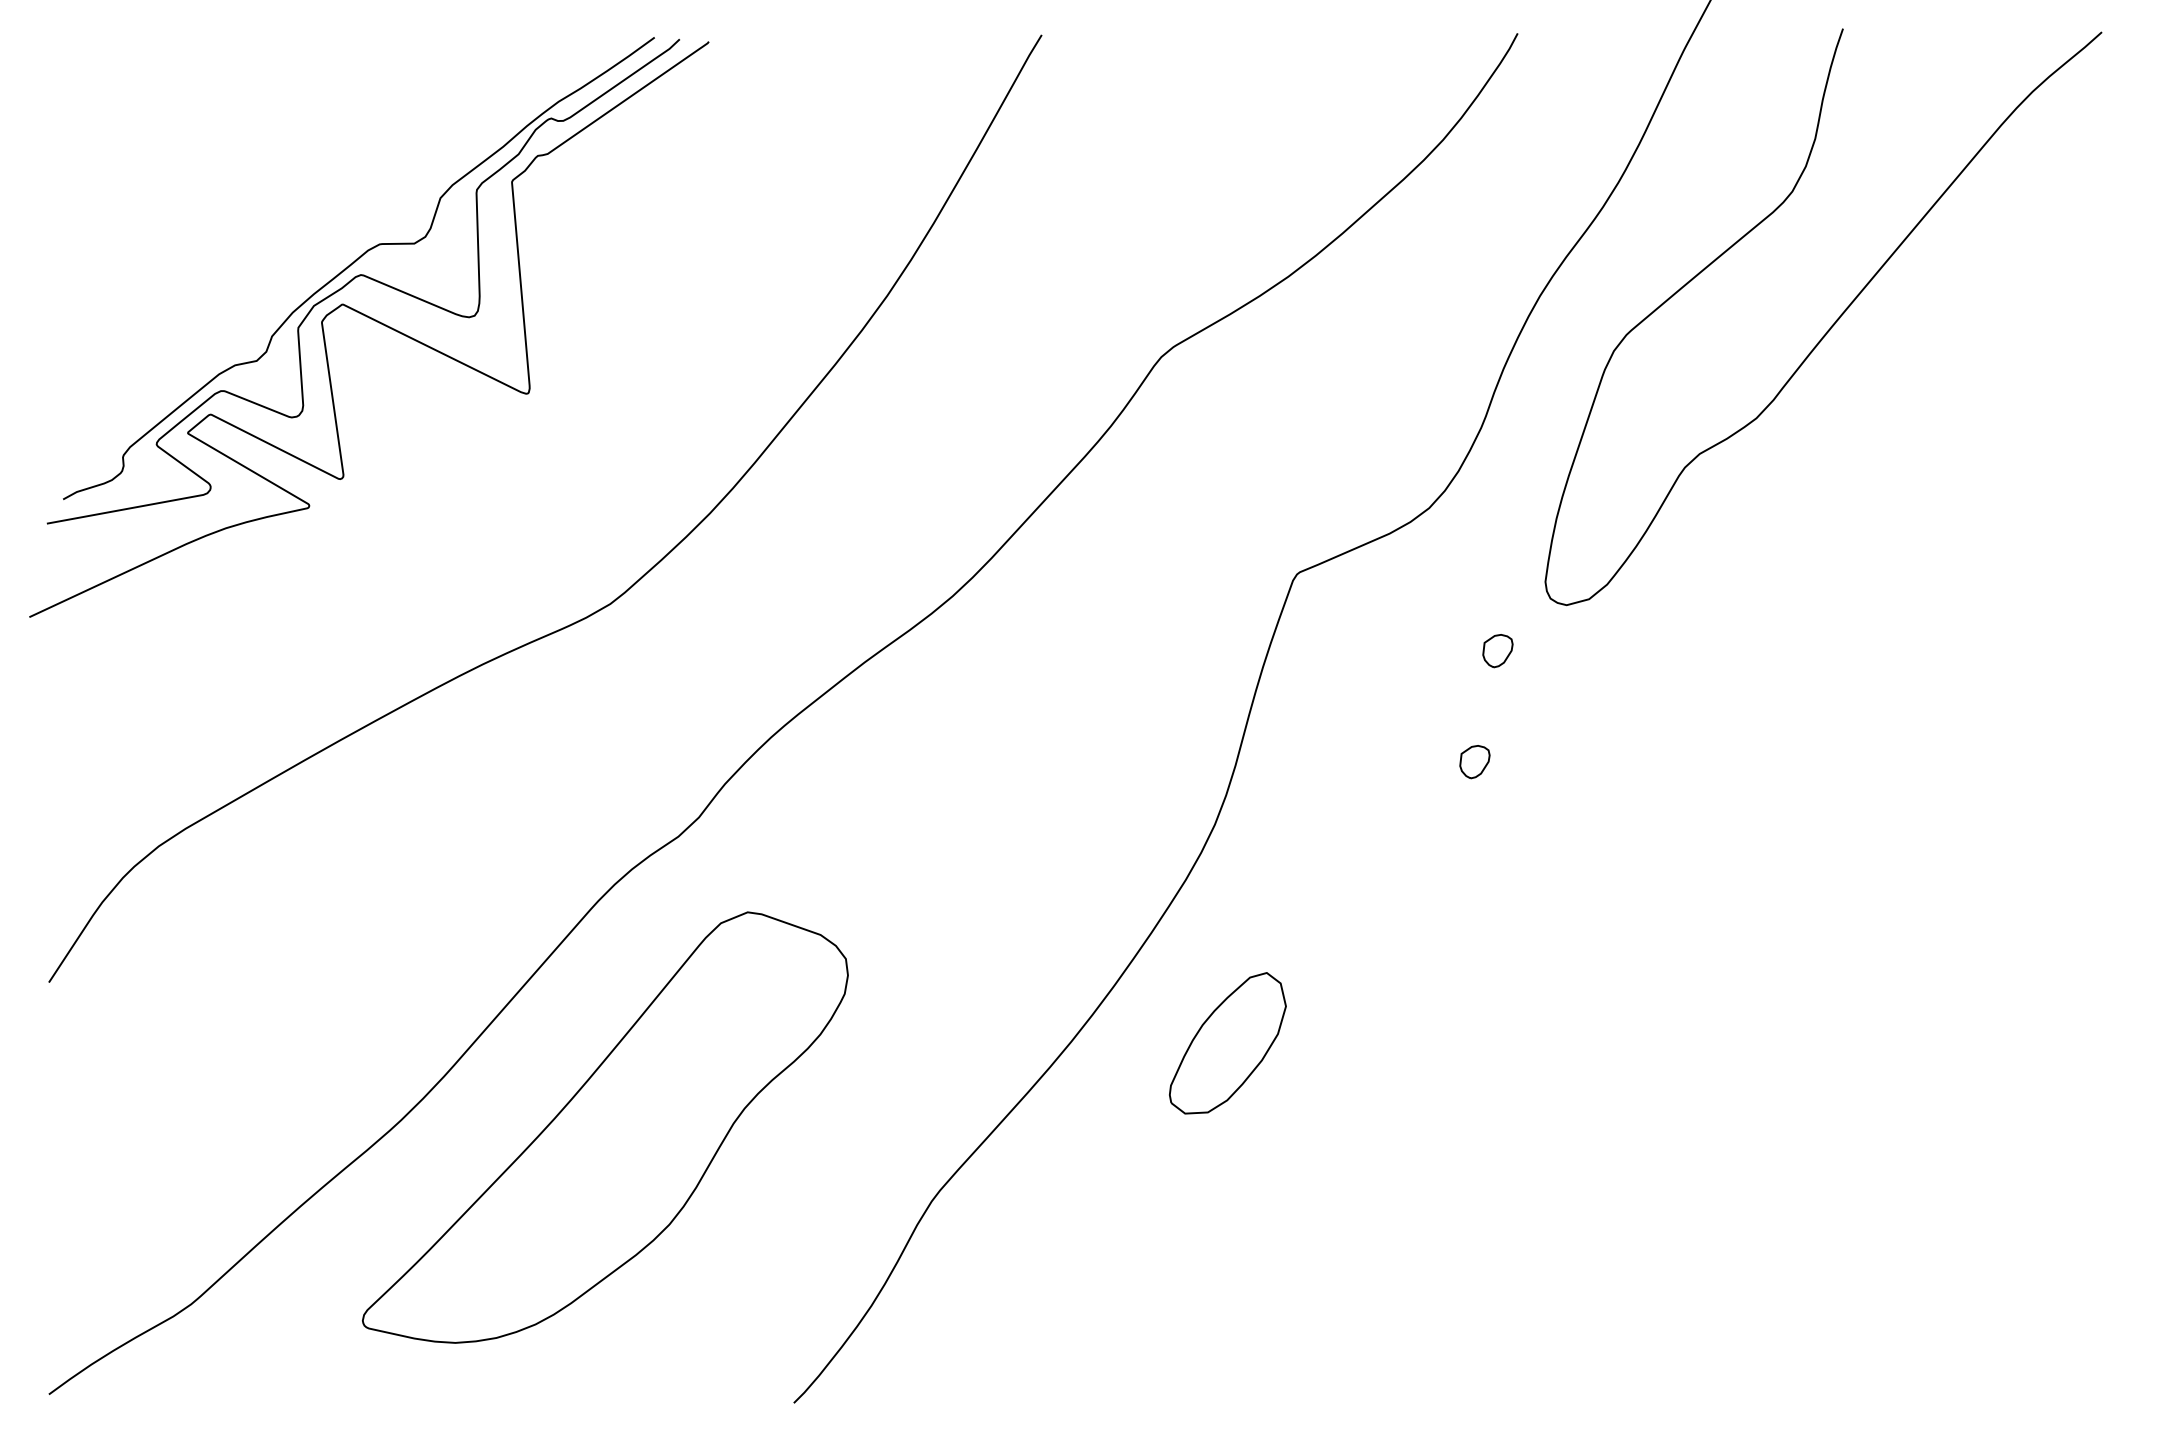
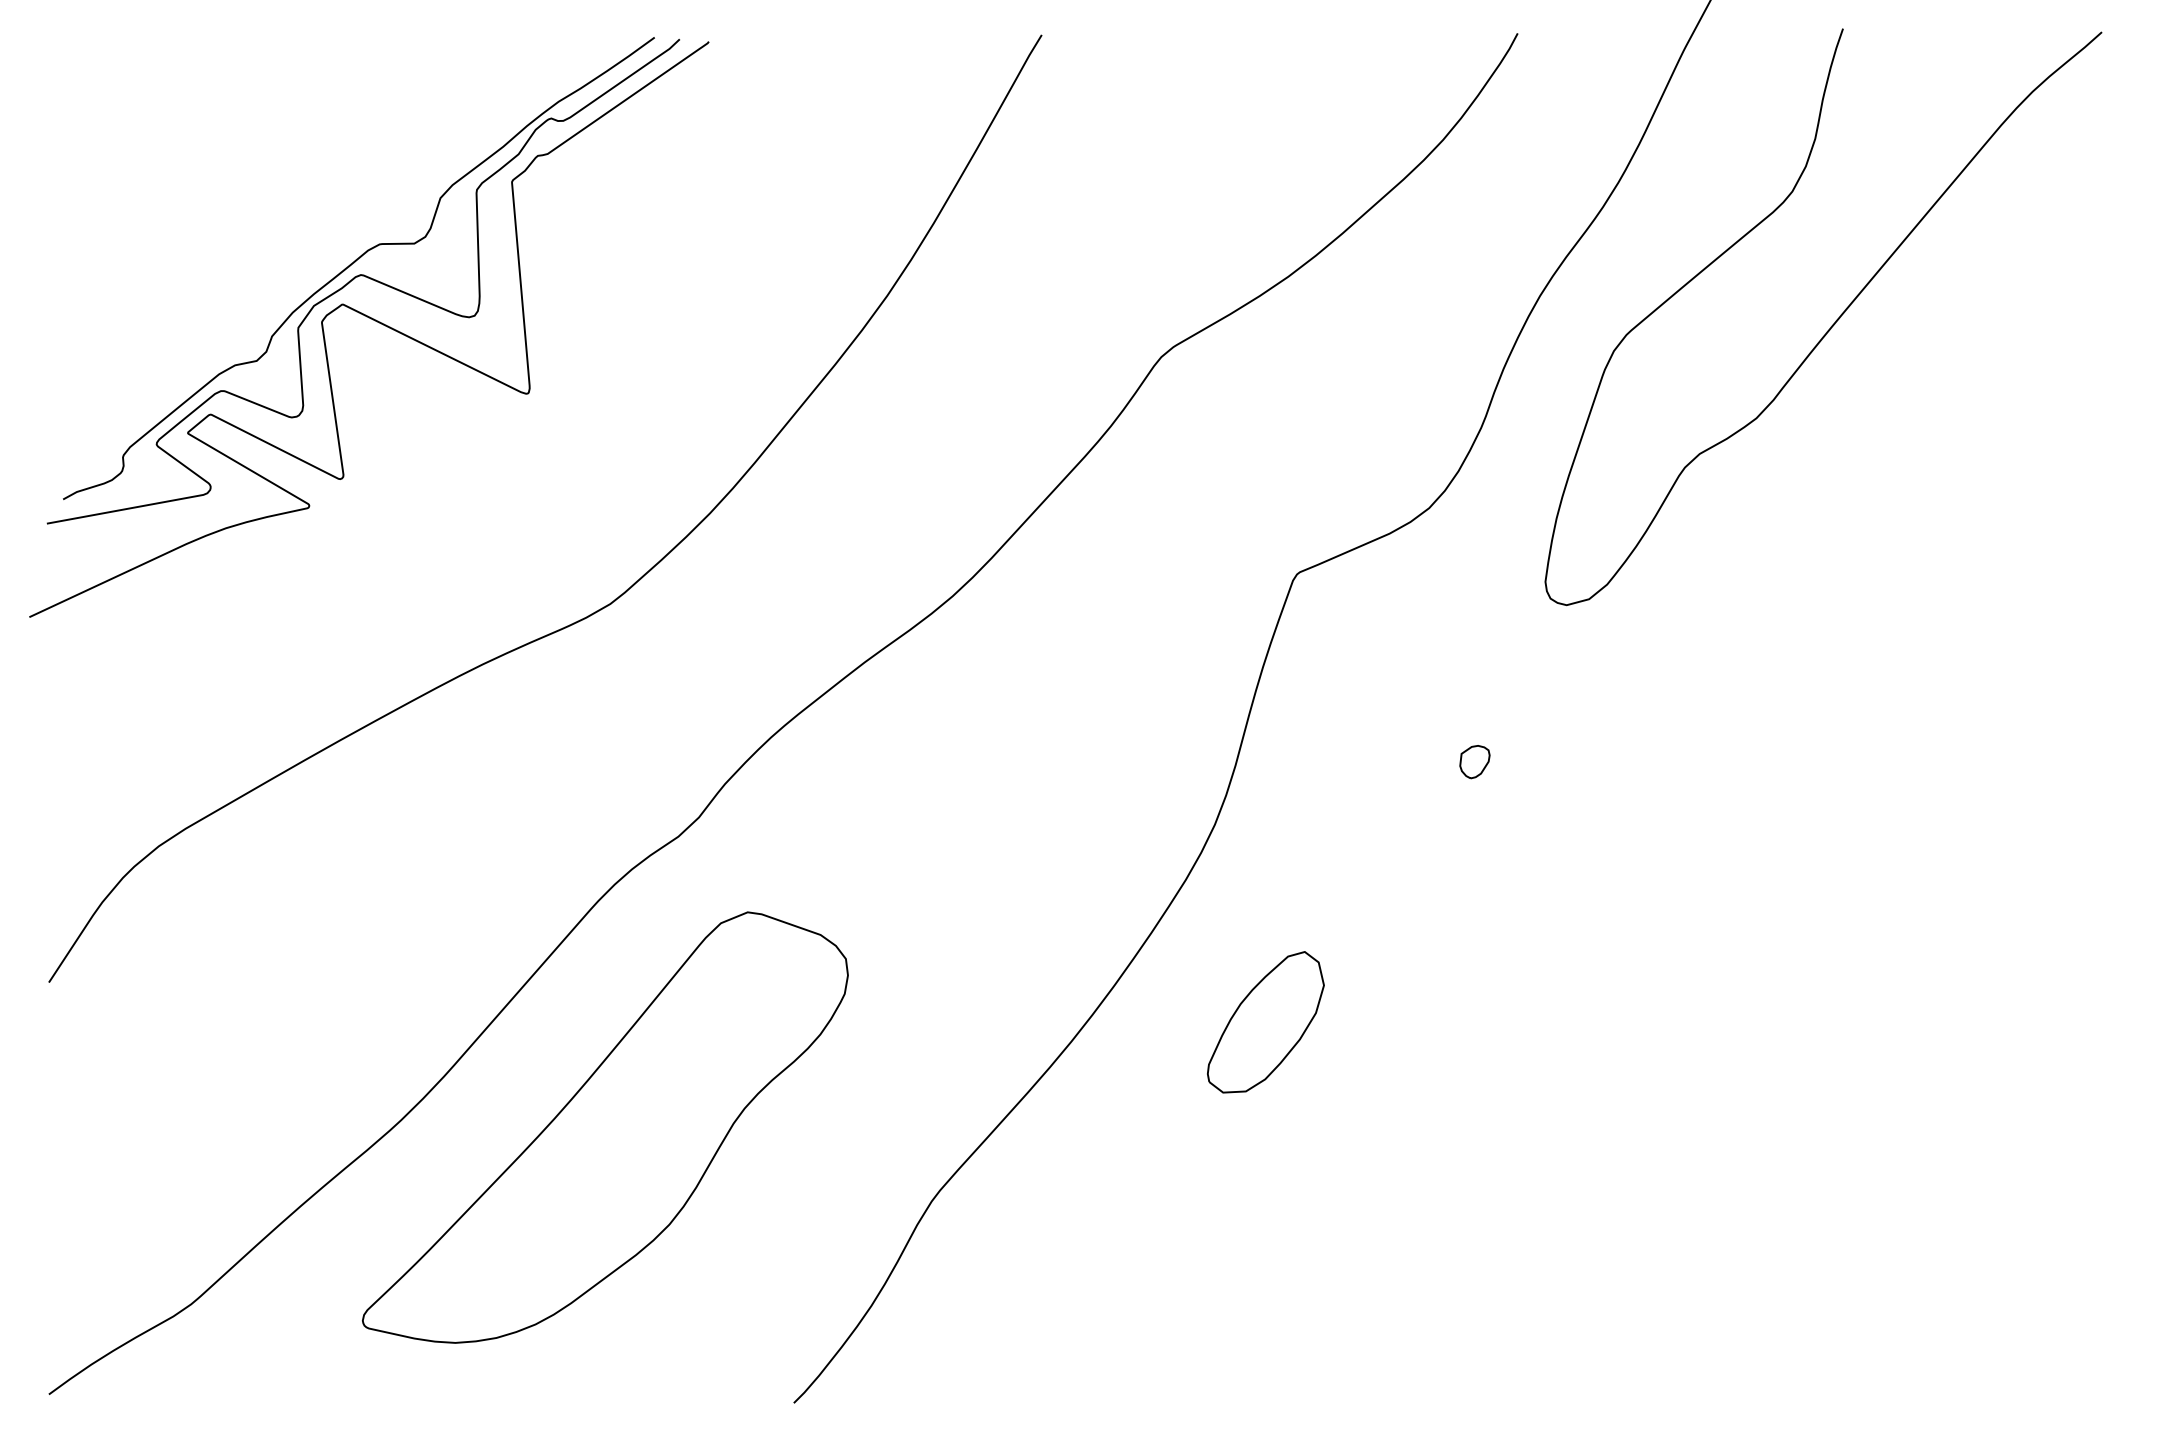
part at (1497, 651): present -> none
part at (1227, 1043) position: (1227, 1043) -> (1265, 1022)
